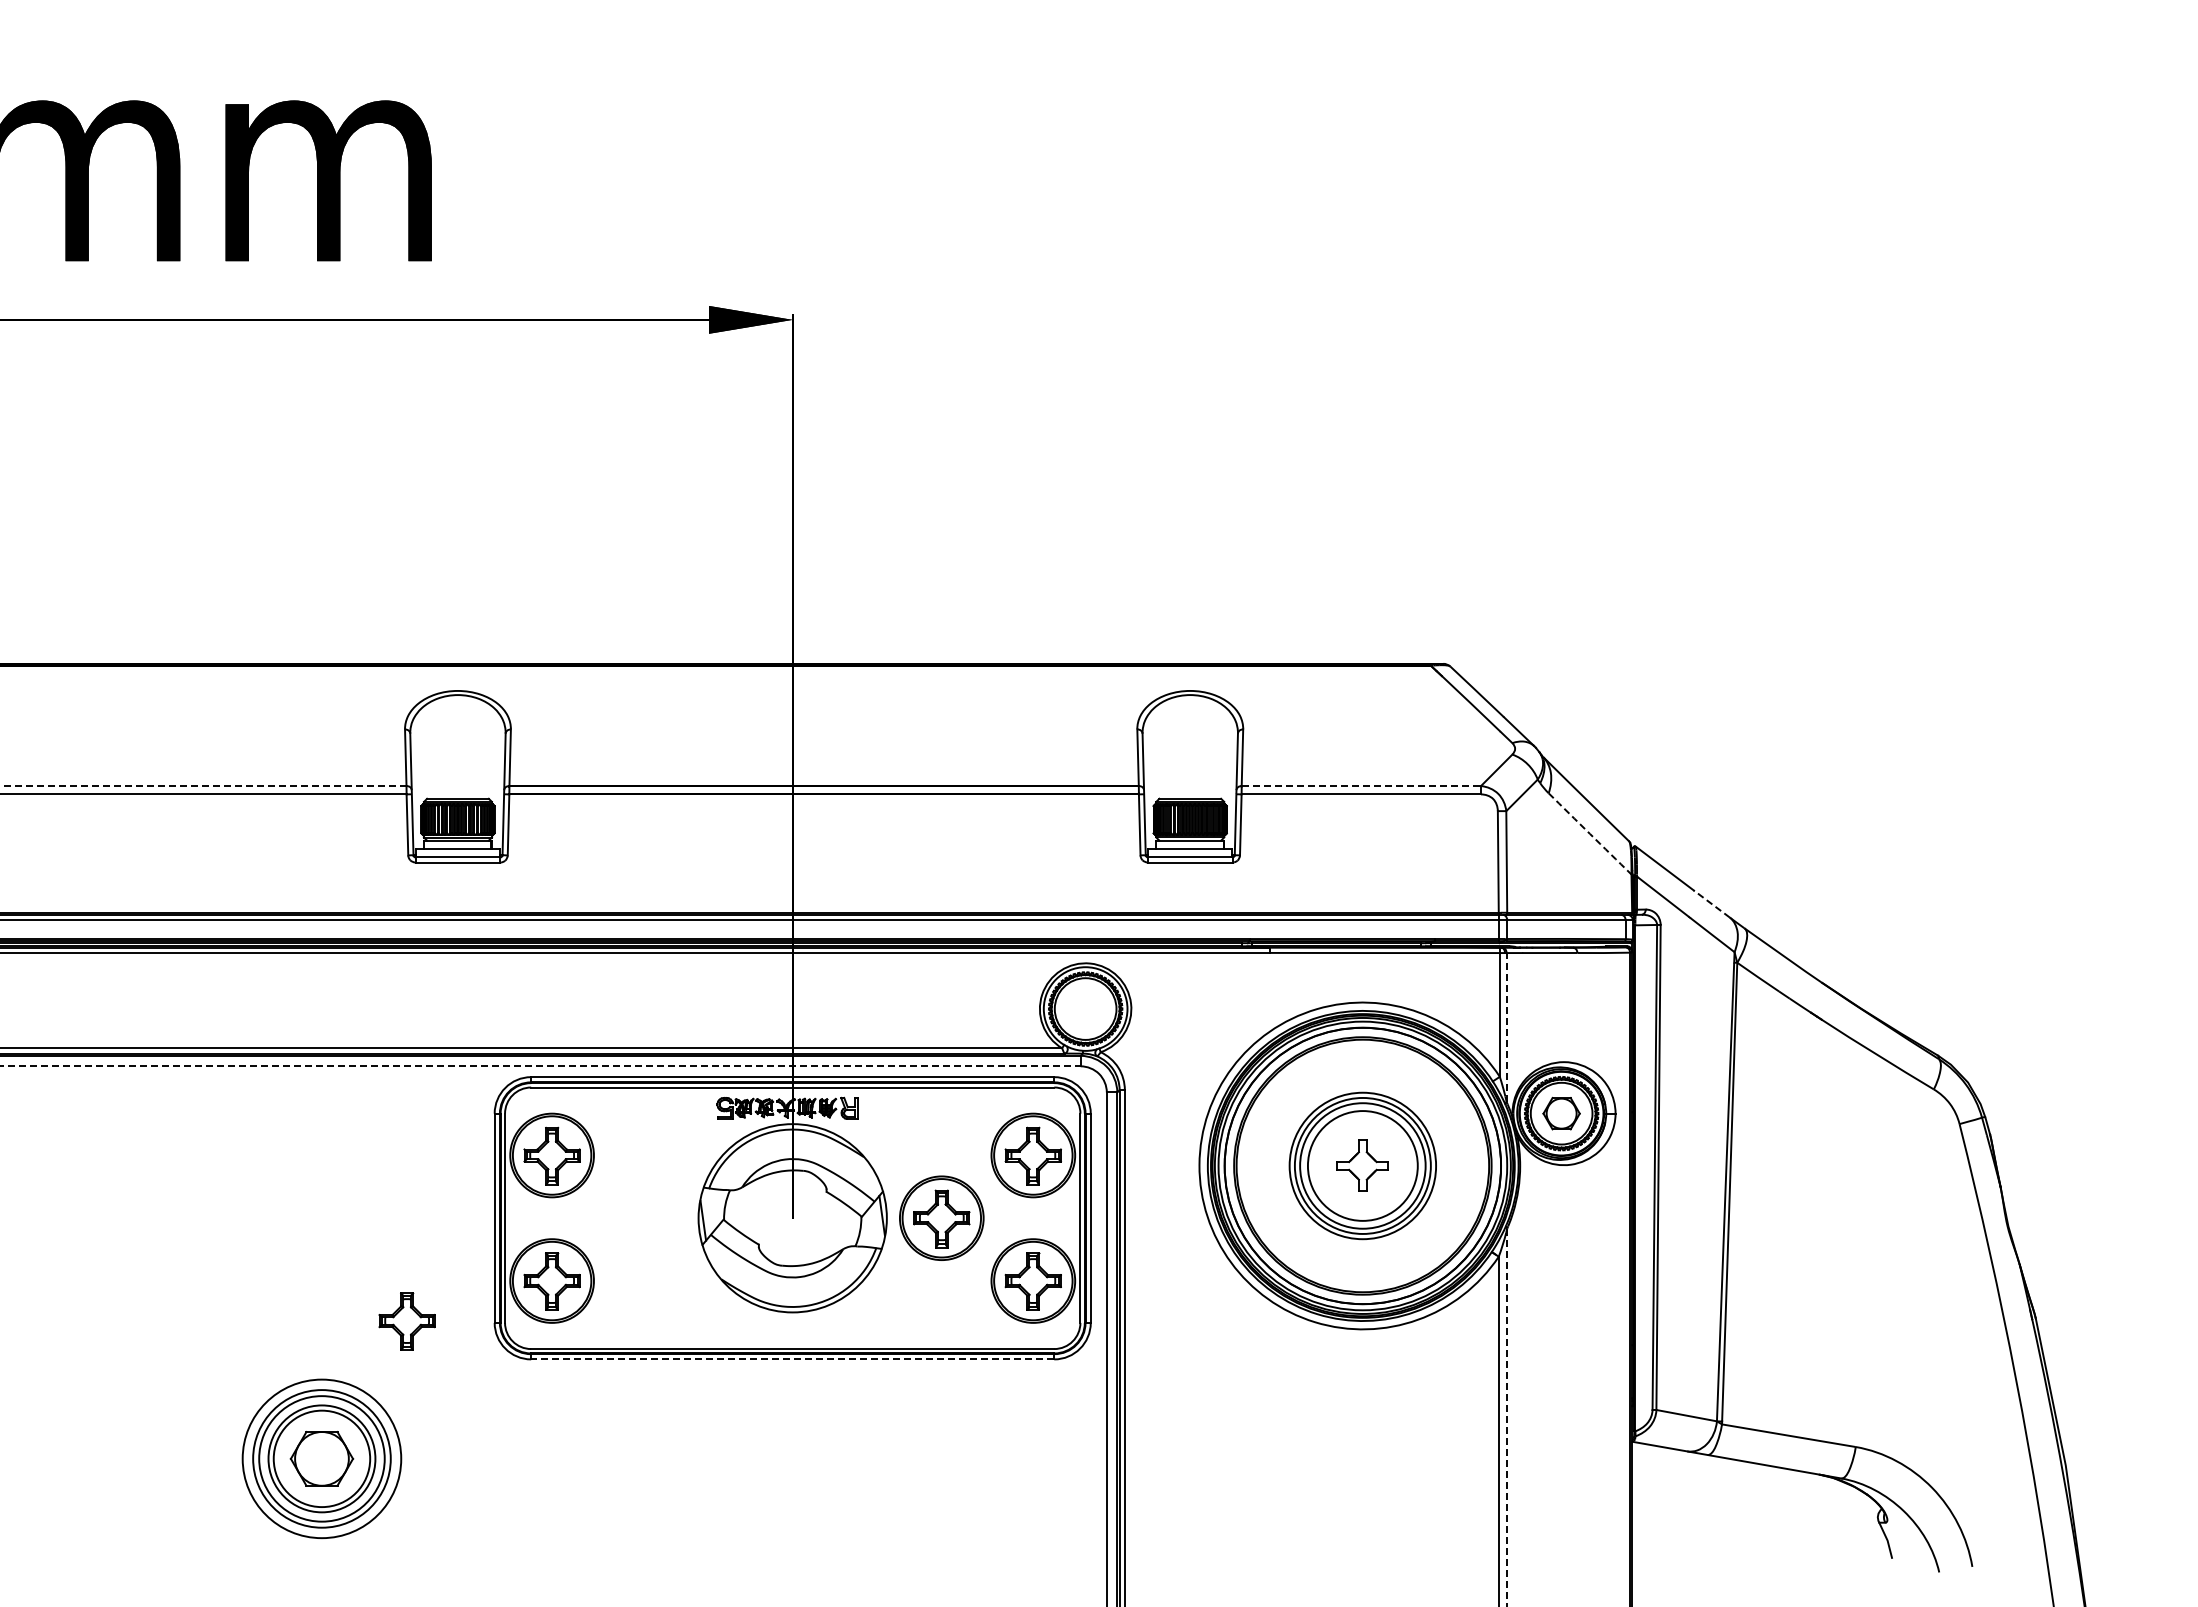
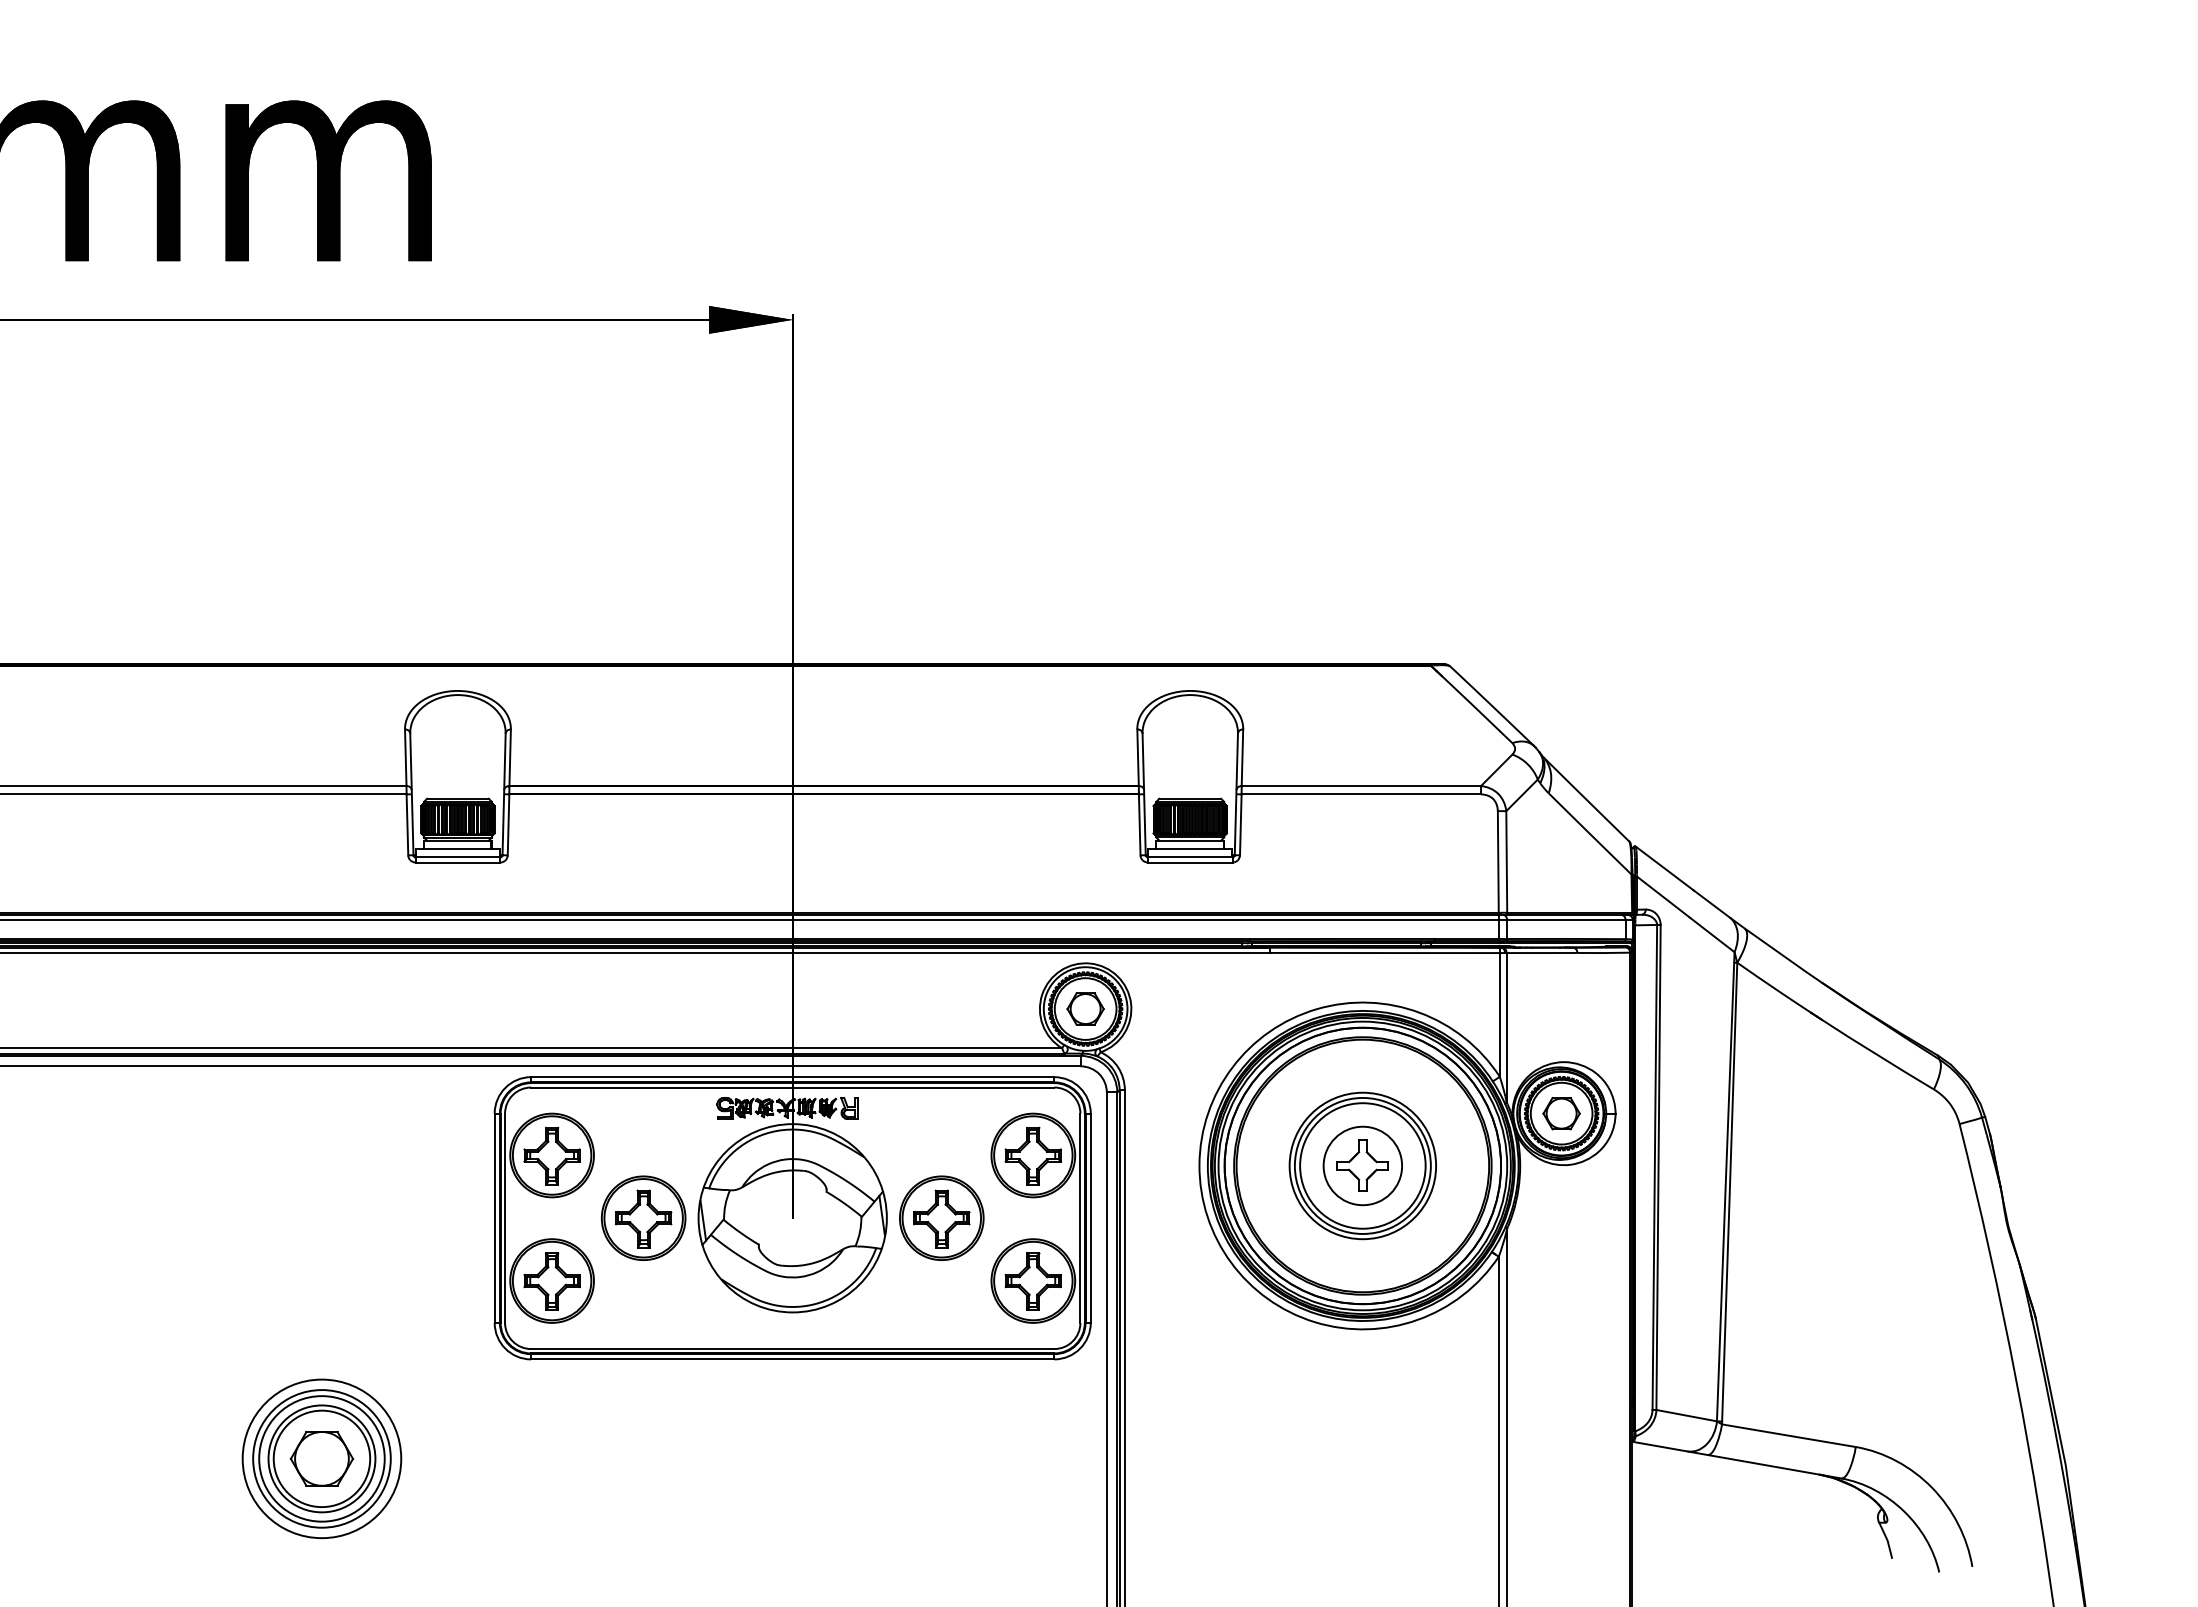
line at (203, 786): dashed -> solid
line at (1361, 786): dashed -> solid
arc at (1590, 833): dashed -> solid
line at (1711, 904): dashed -> solid
part at (1085, 1008): none -> present
line at (1506, 1026): dashed -> solid
line at (540, 1066): dashed -> solid
circle at (1362, 1165) diameter: 110 px -> 78 px
part at (643, 1217): none -> present
part at (406, 1321): present -> none
line at (792, 1359): dashed -> solid
line at (1507, 1417): dashed -> solid
